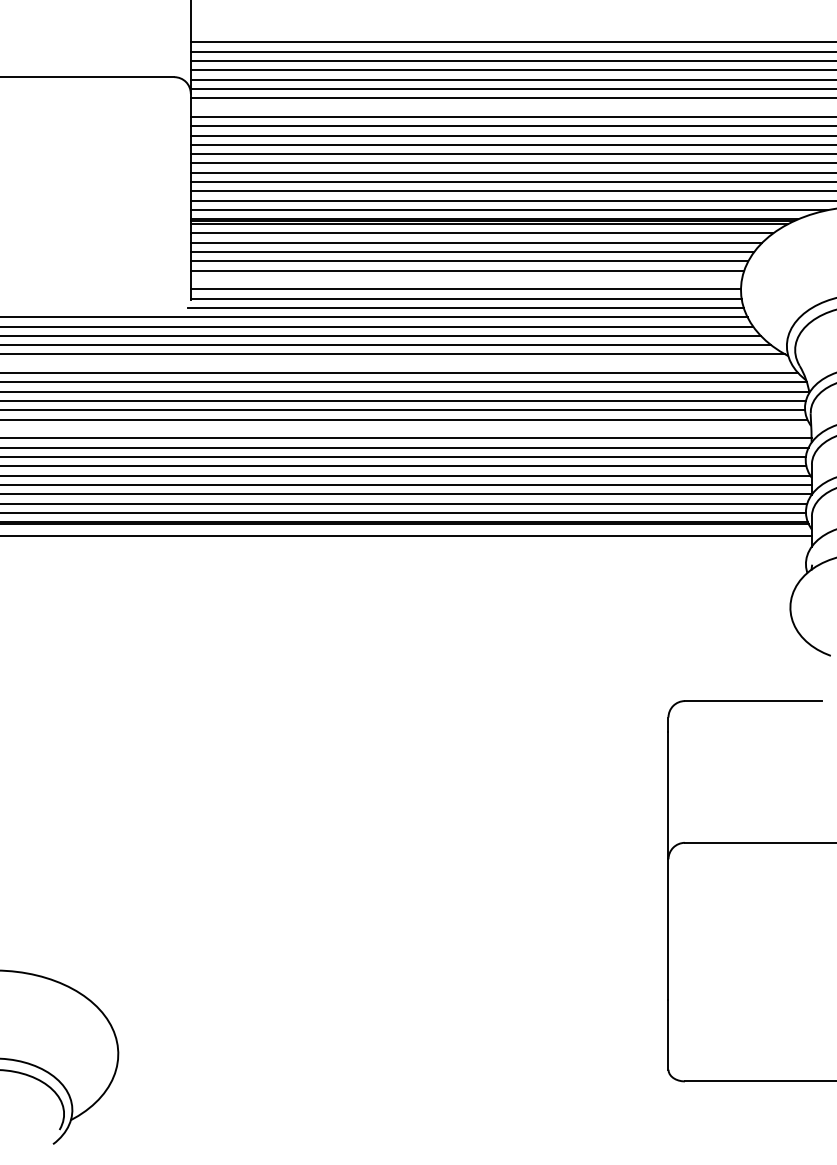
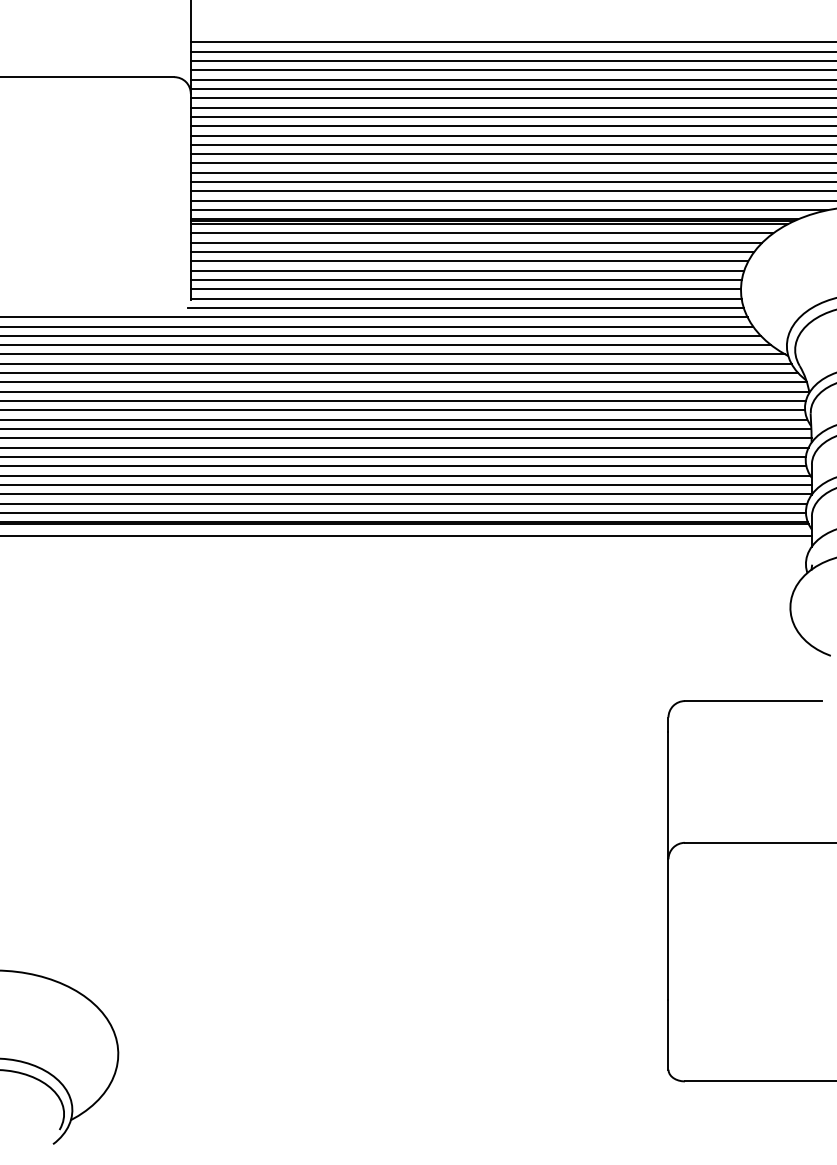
line at (511, 107): none -> present
line at (465, 279): none -> present
line at (396, 363): none -> present
line at (406, 429): none -> present
